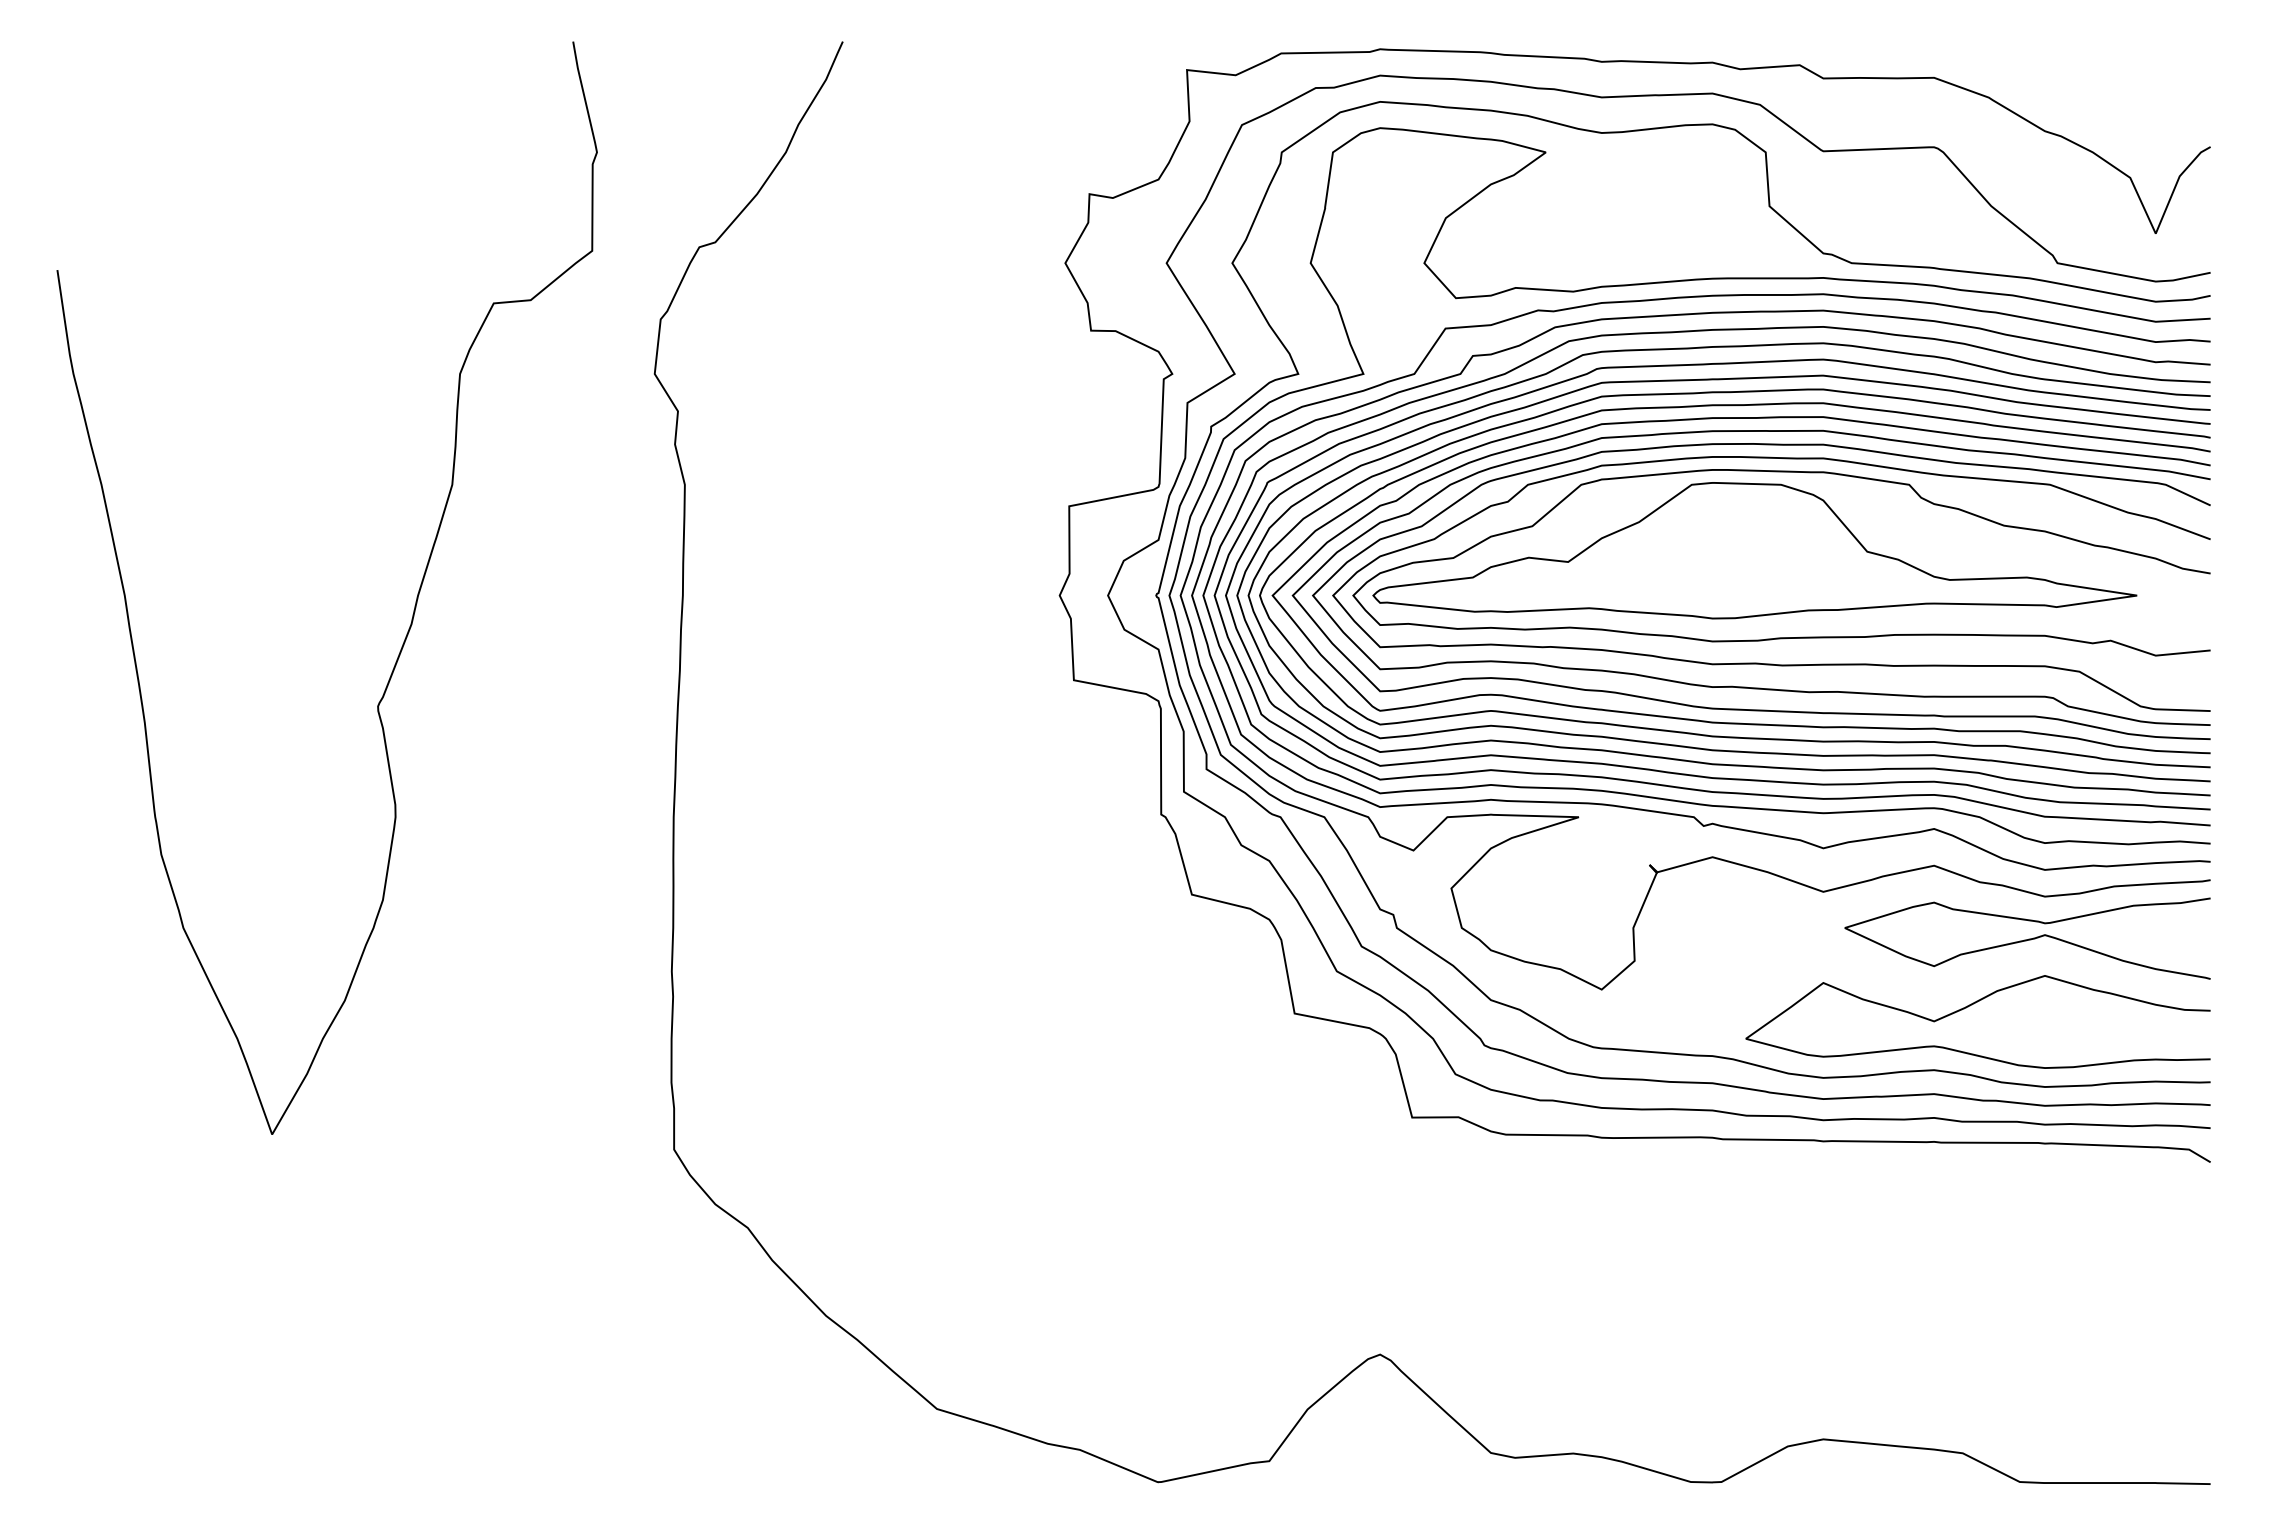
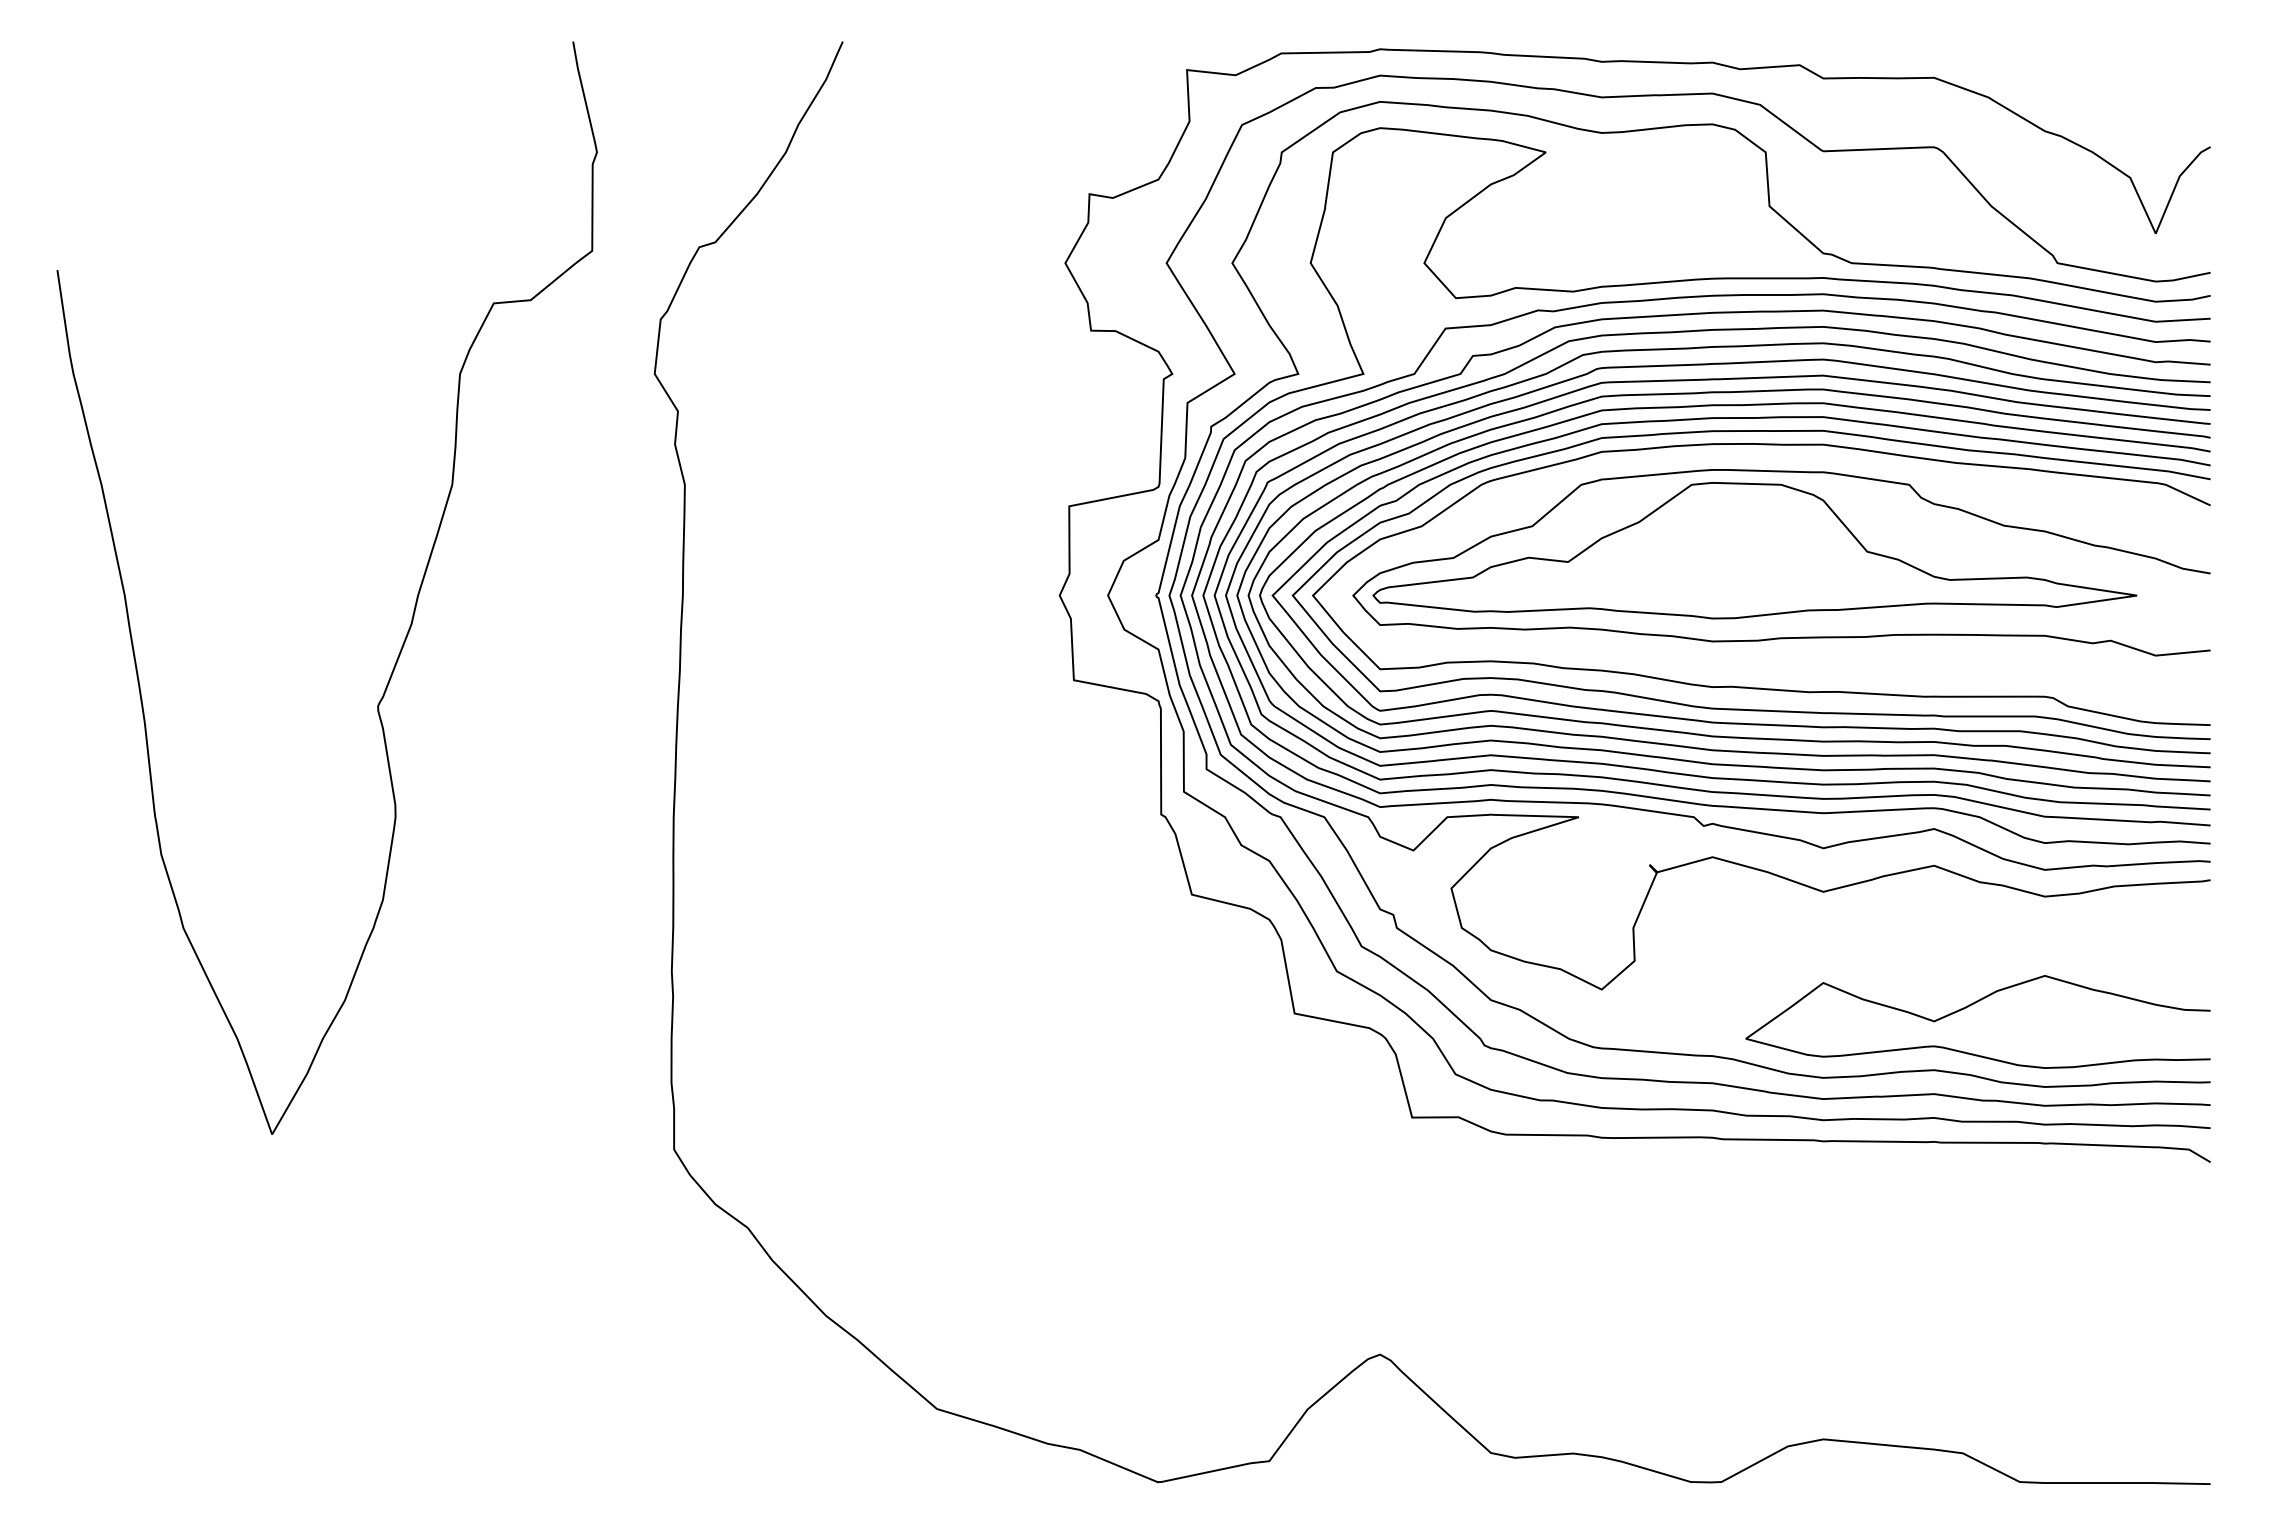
curve at (1759, 662): present -> none
curve at (2028, 938): present -> none
